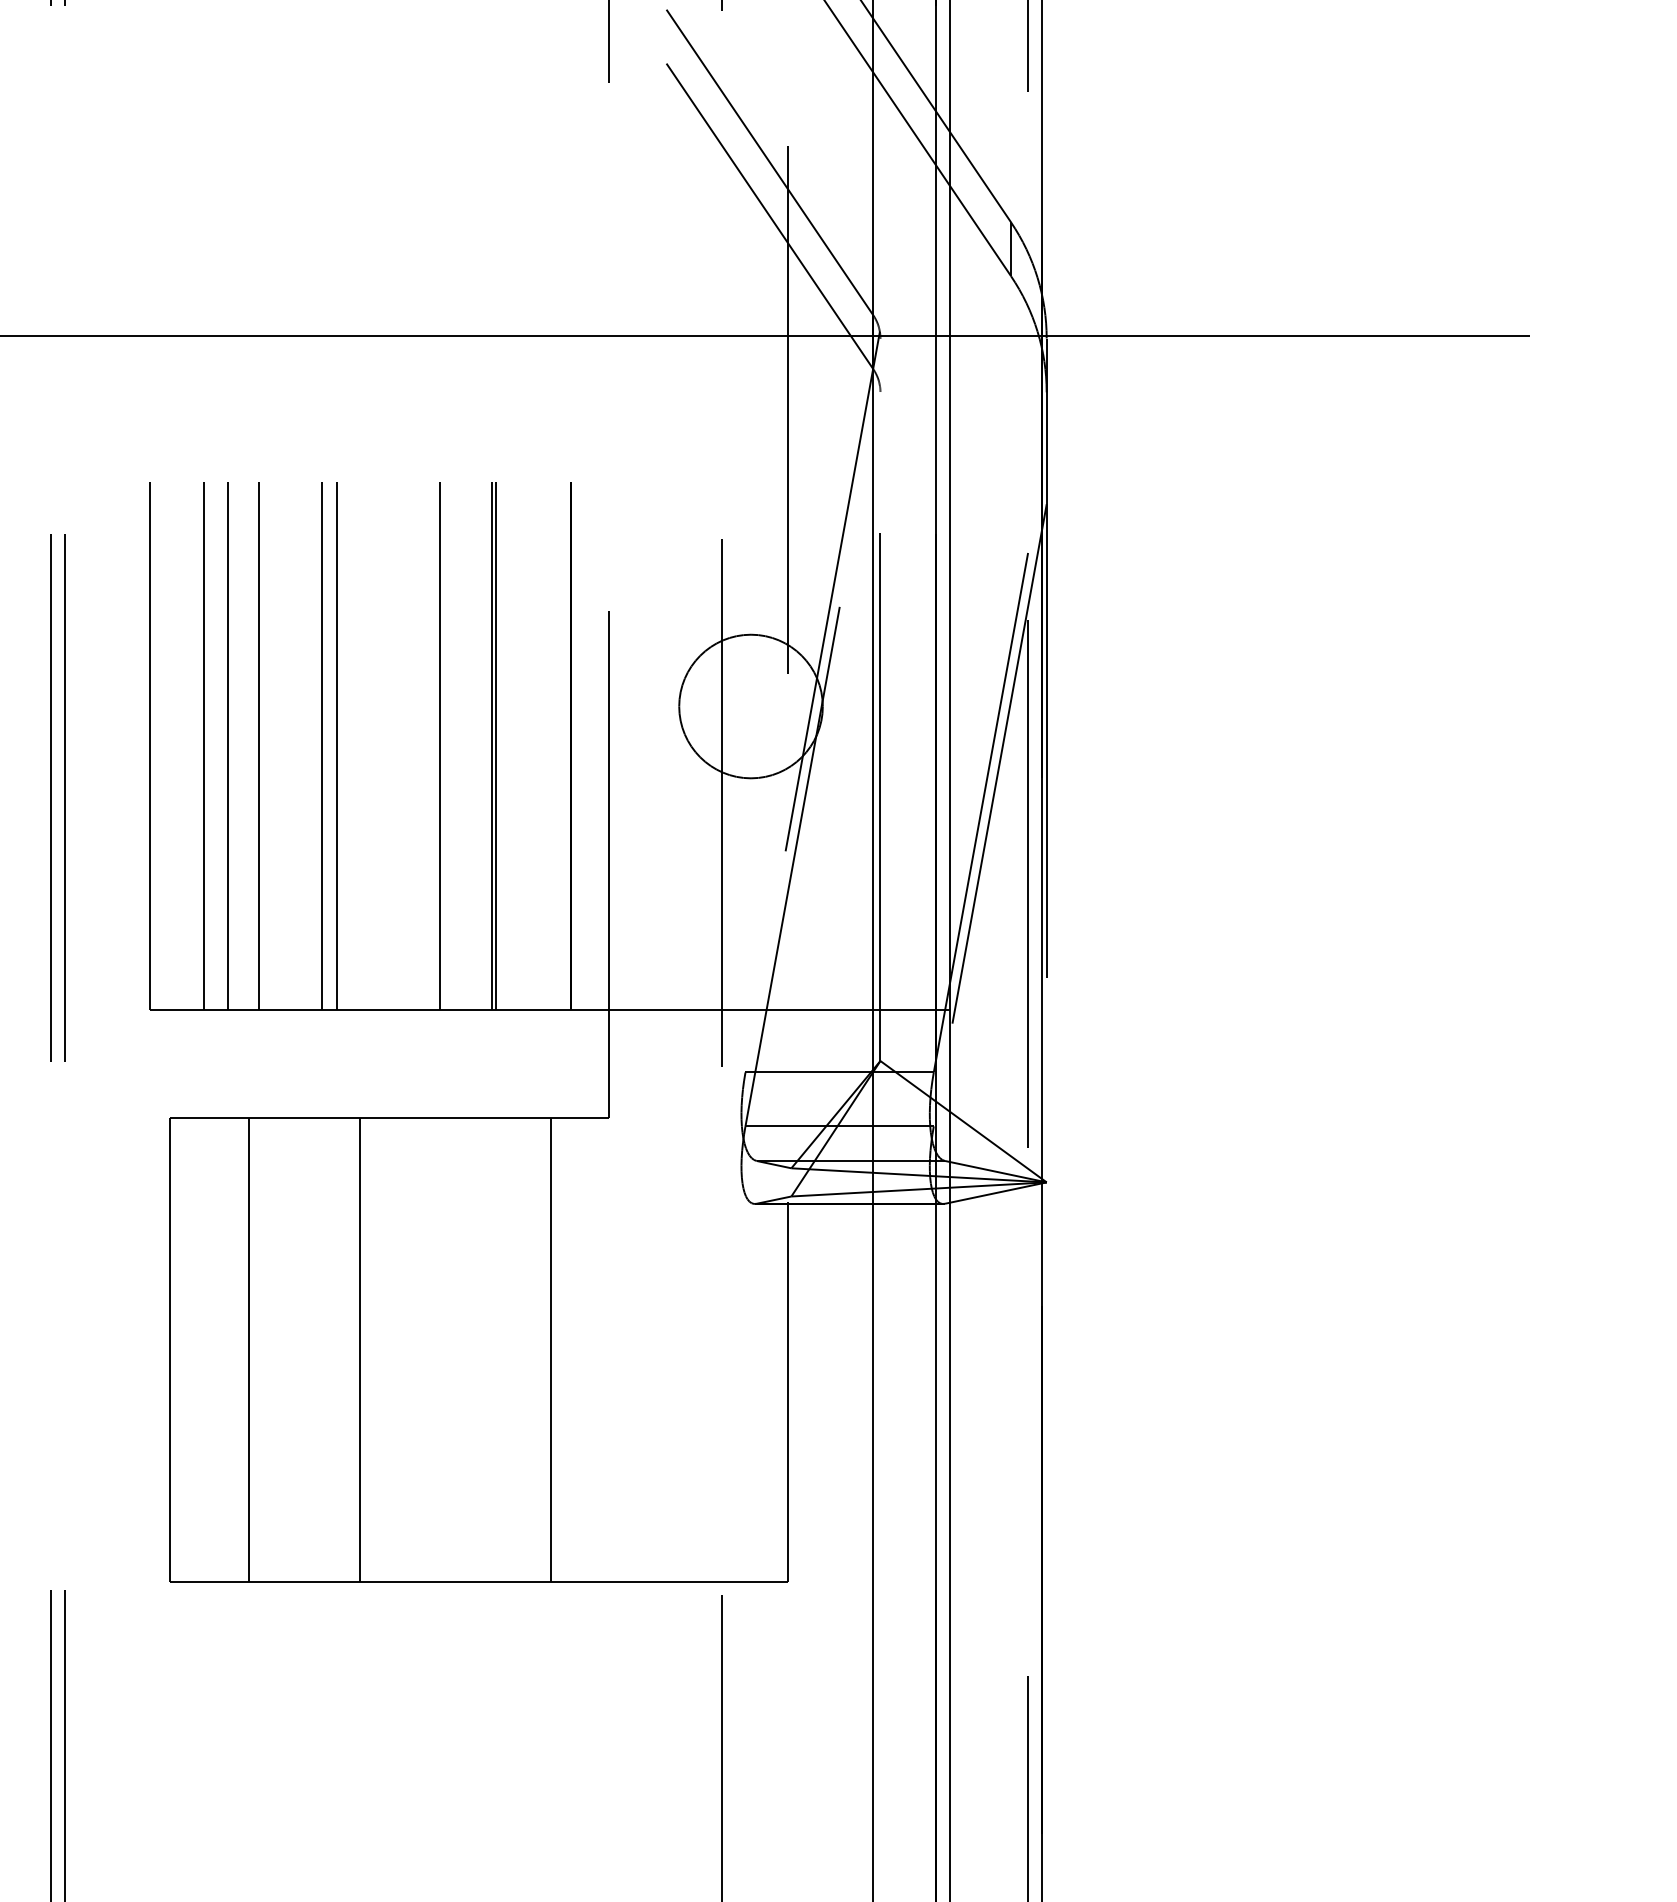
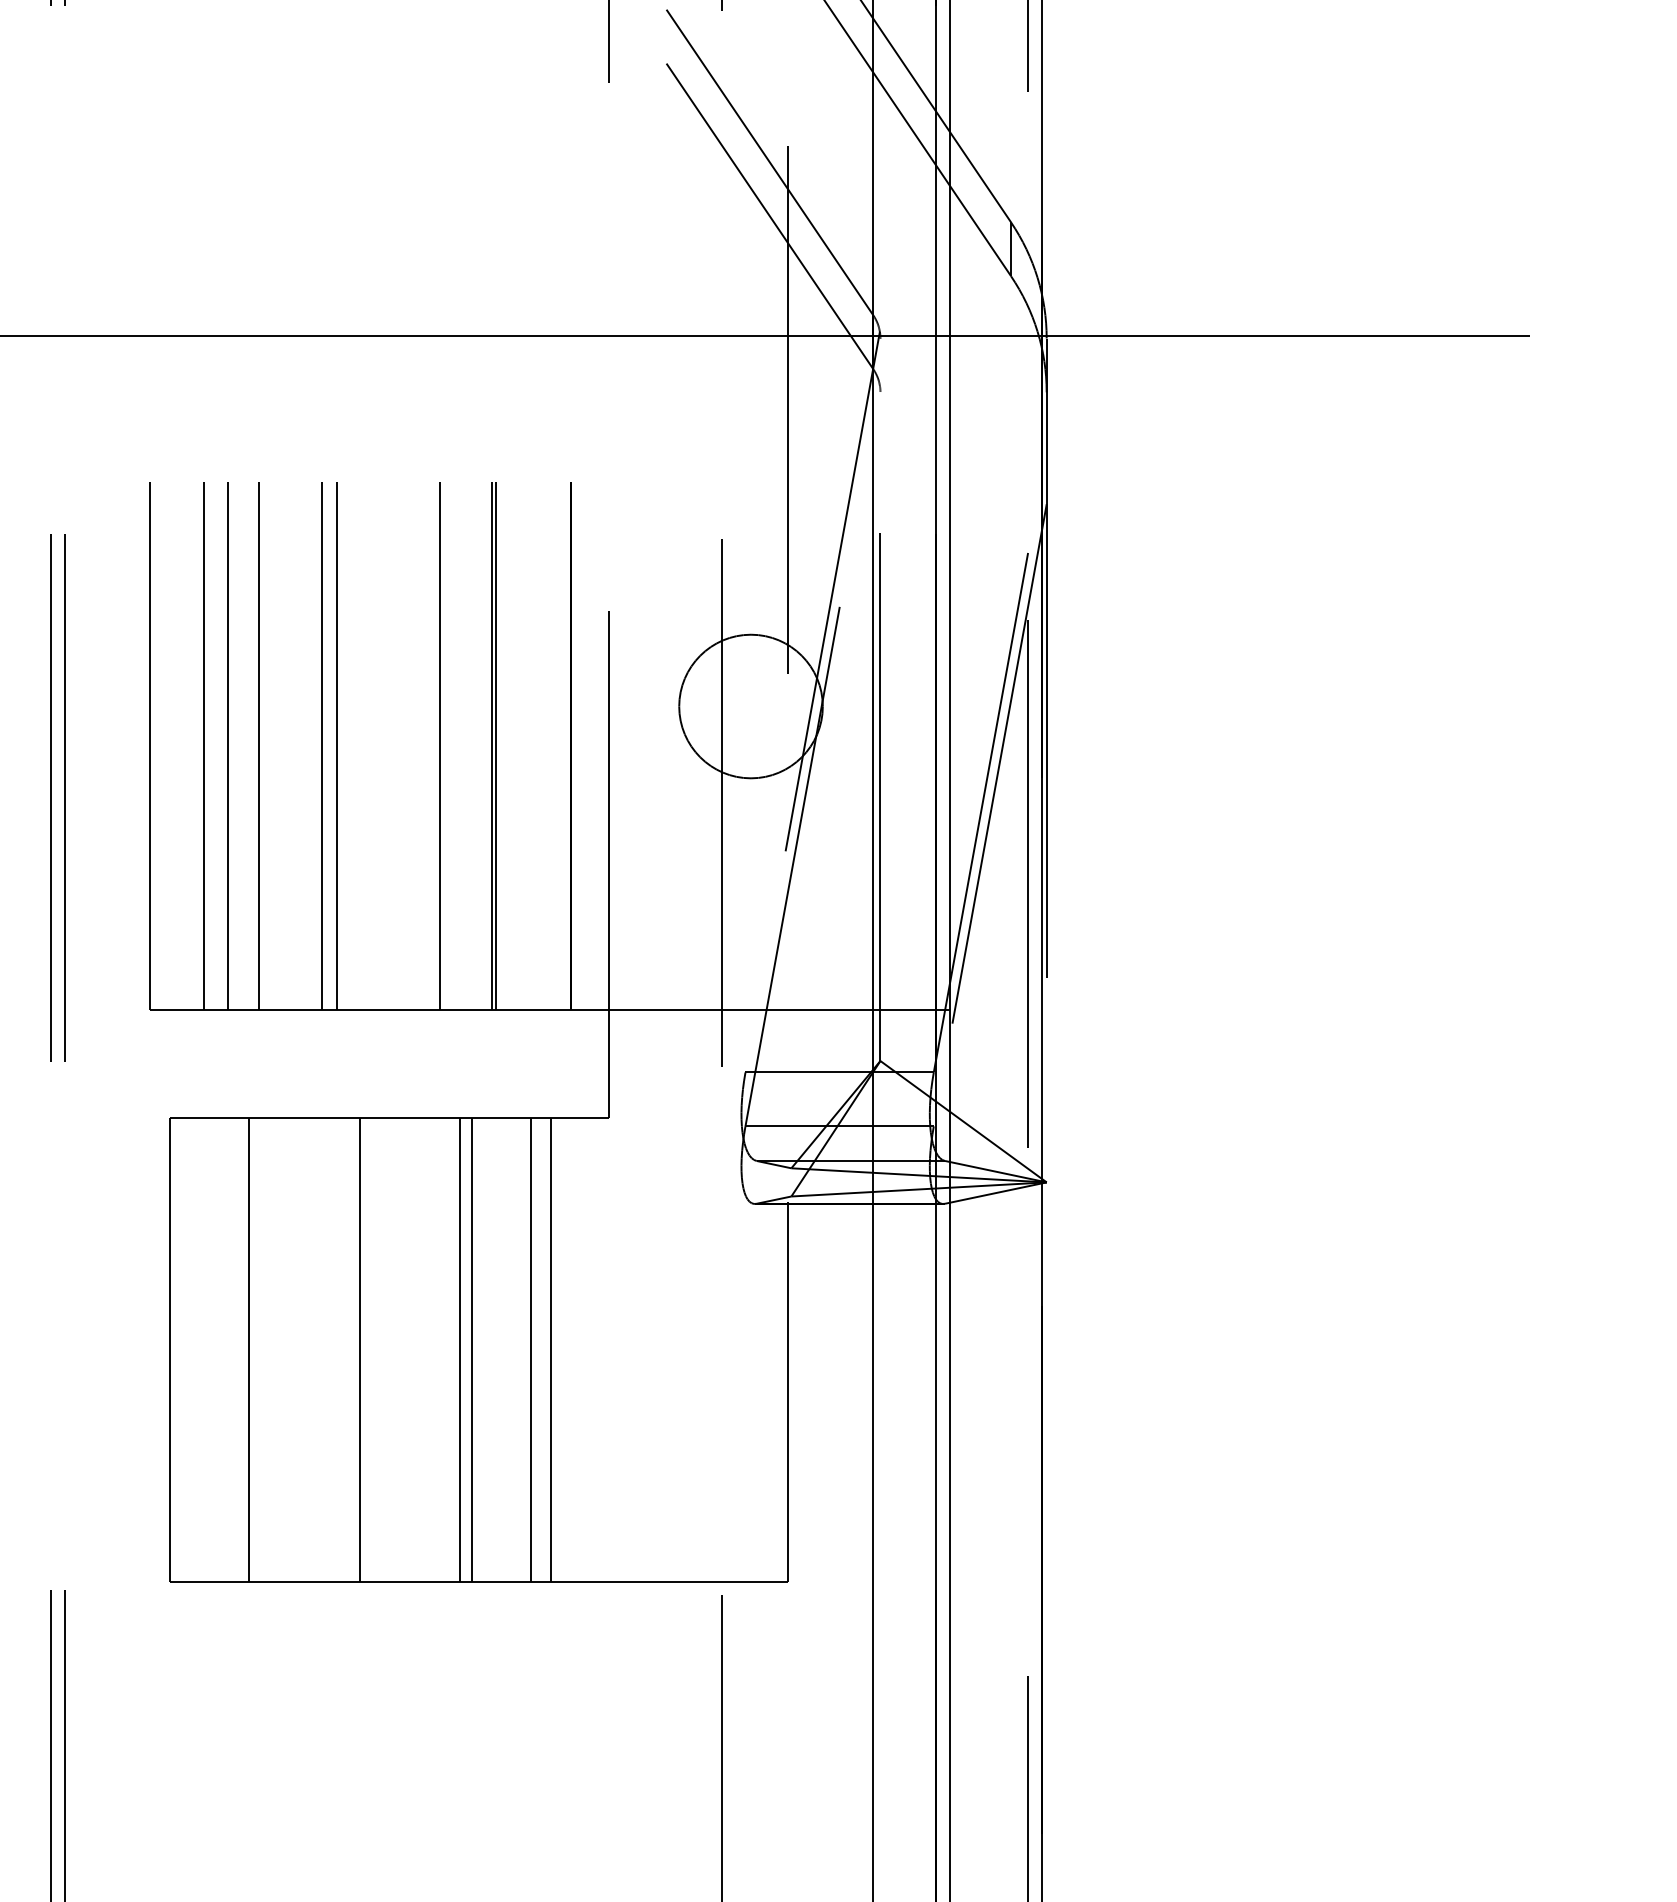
line at (460, 1349): none -> present
line at (471, 1349): none -> present
line at (530, 1349): none -> present
